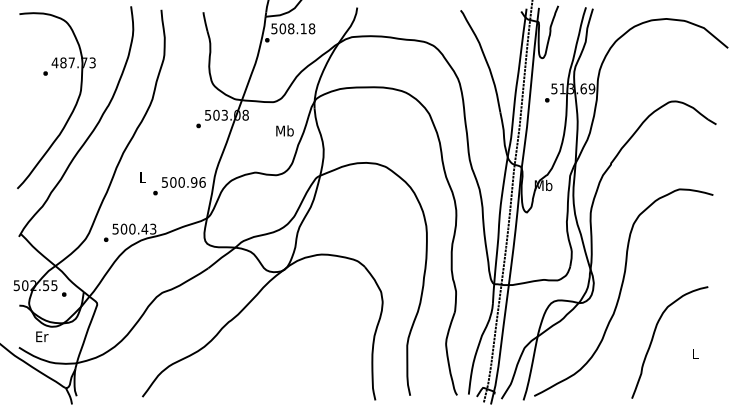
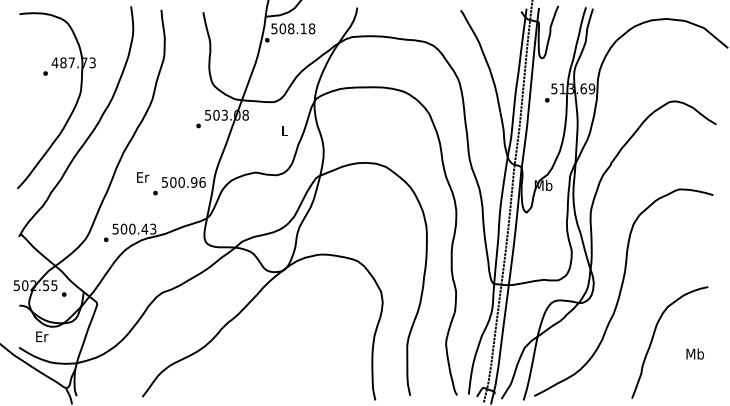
text at (284, 130): Mb -> L
text at (143, 177): L -> Er
text at (695, 353): L -> Mb
